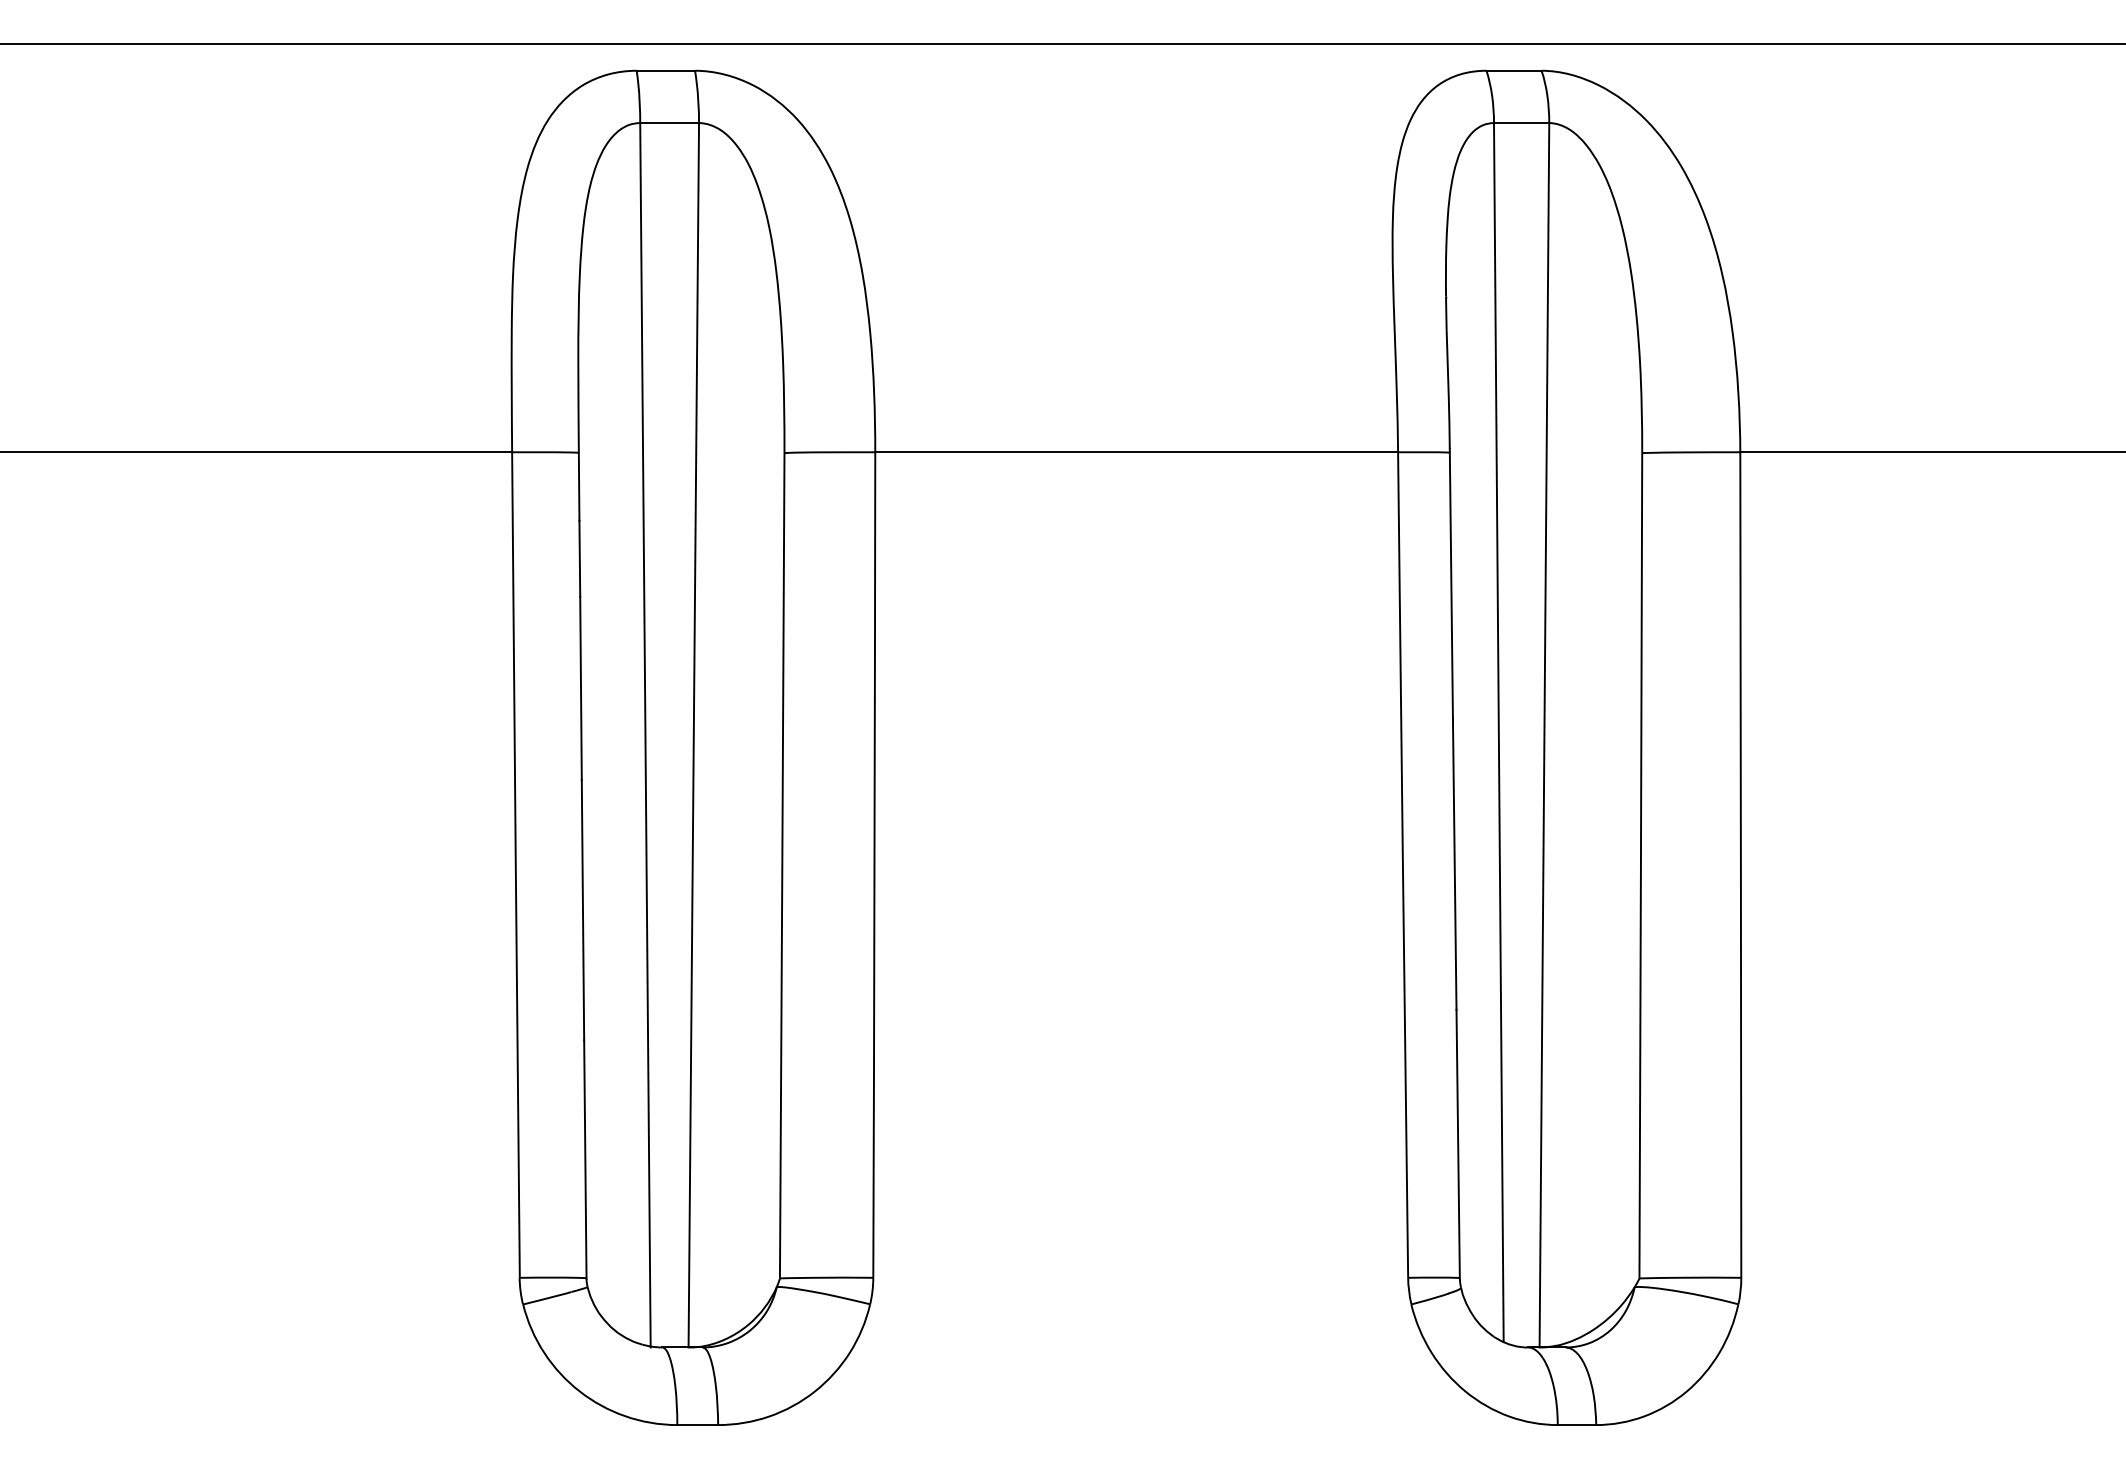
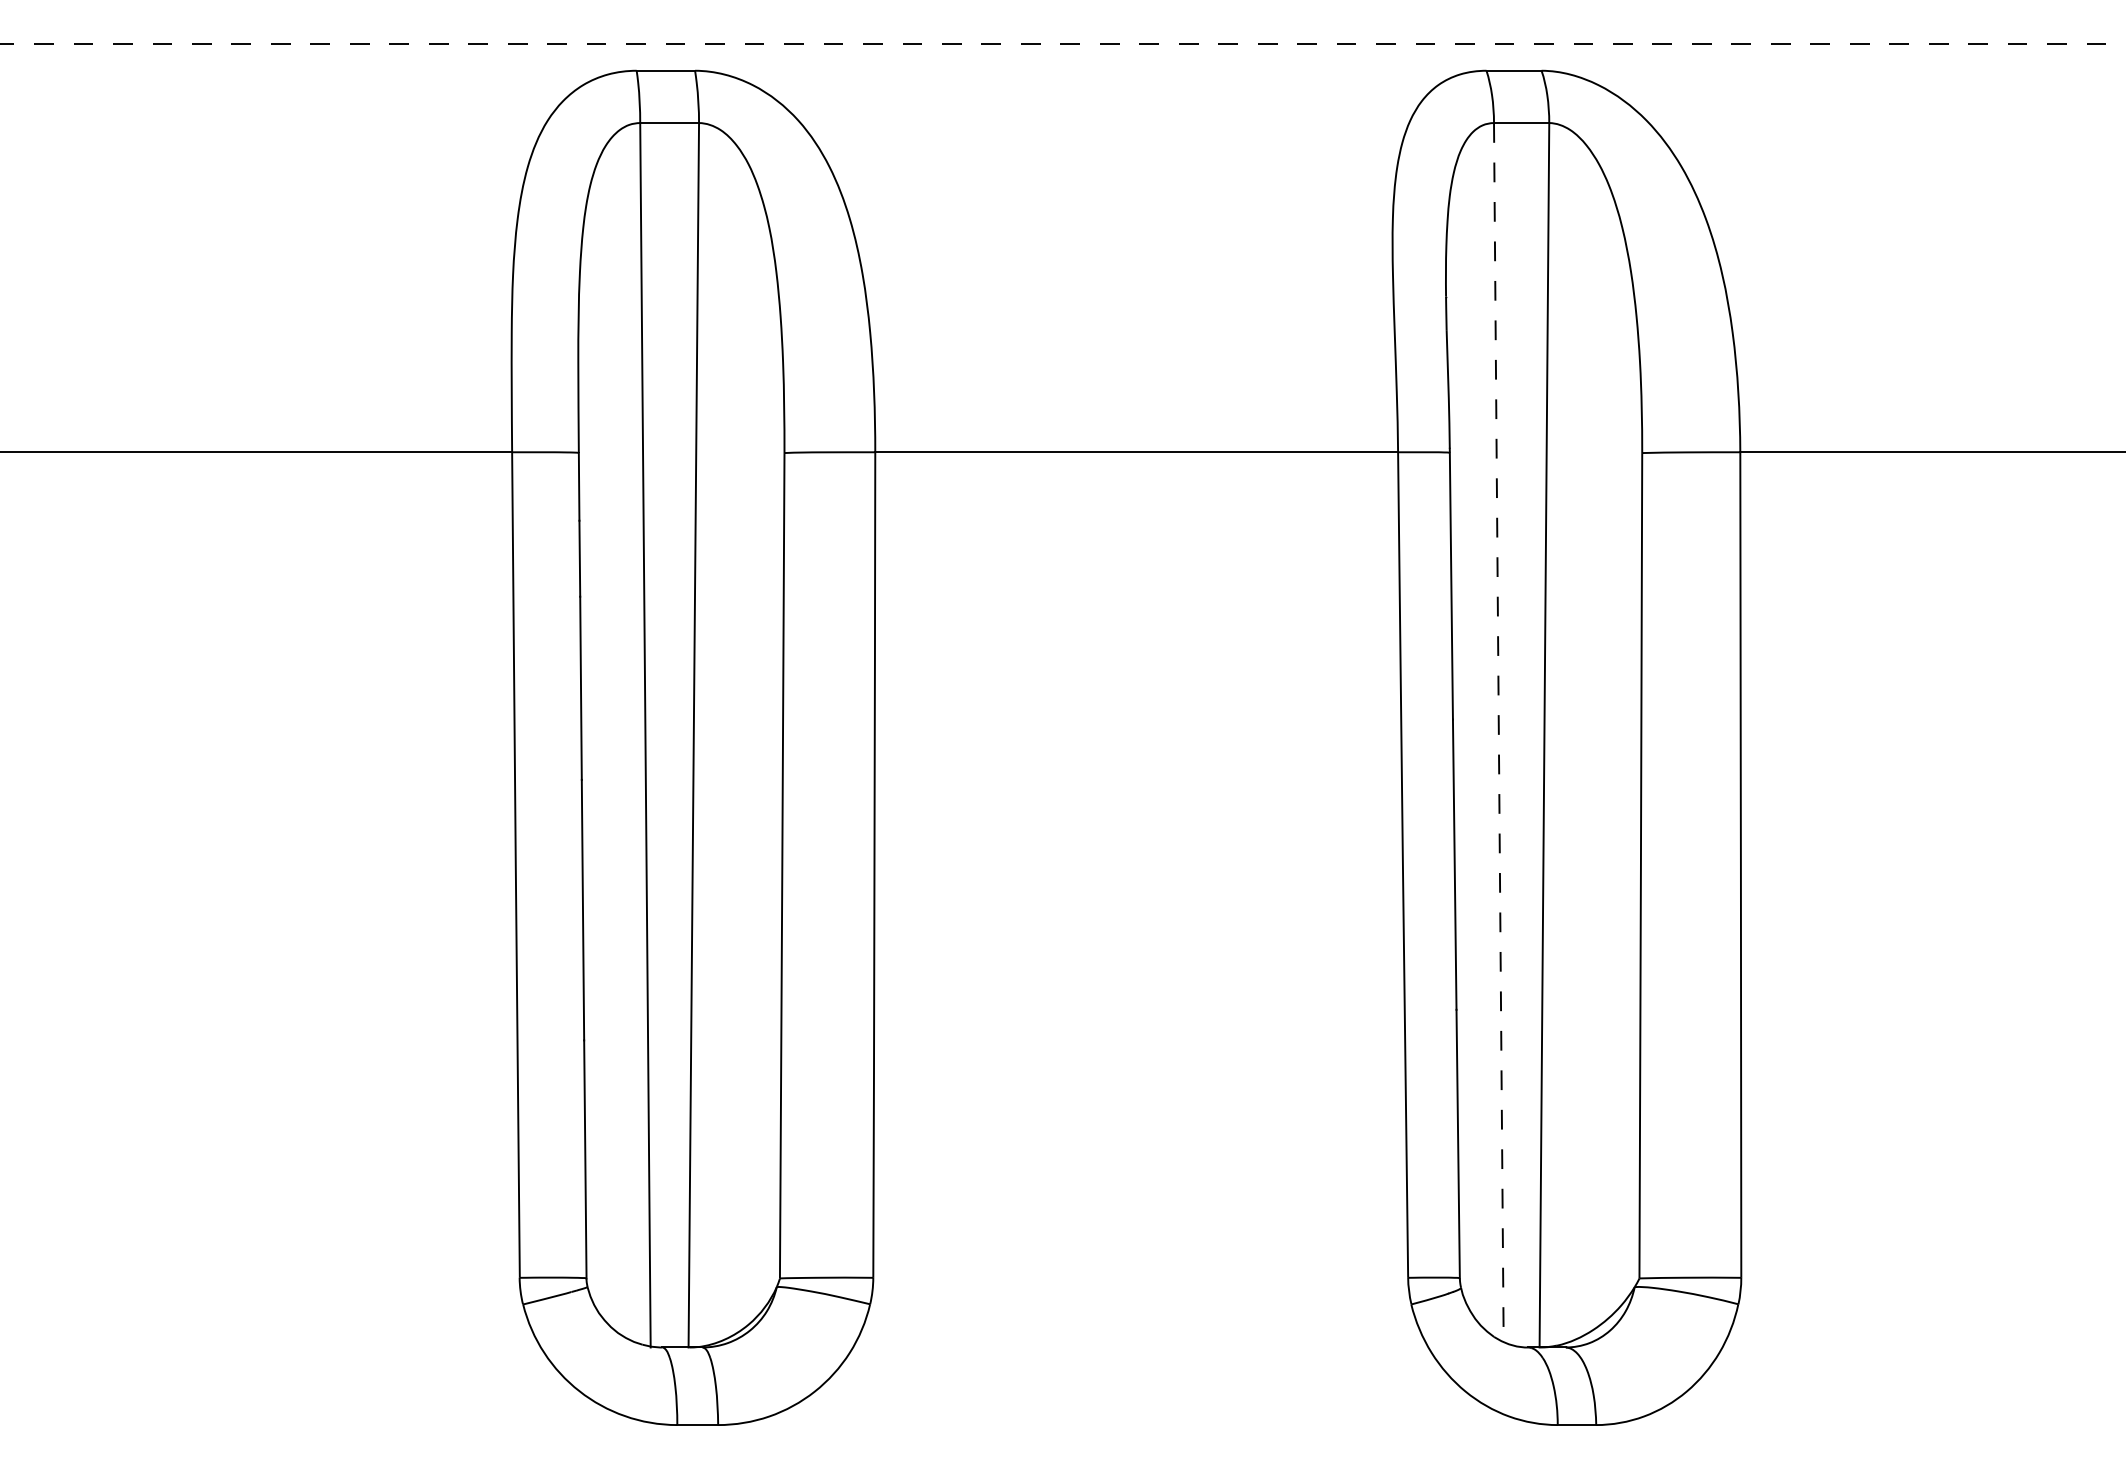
line at (1063, 43): solid -> dashed
line at (1498, 732): solid -> dashed
